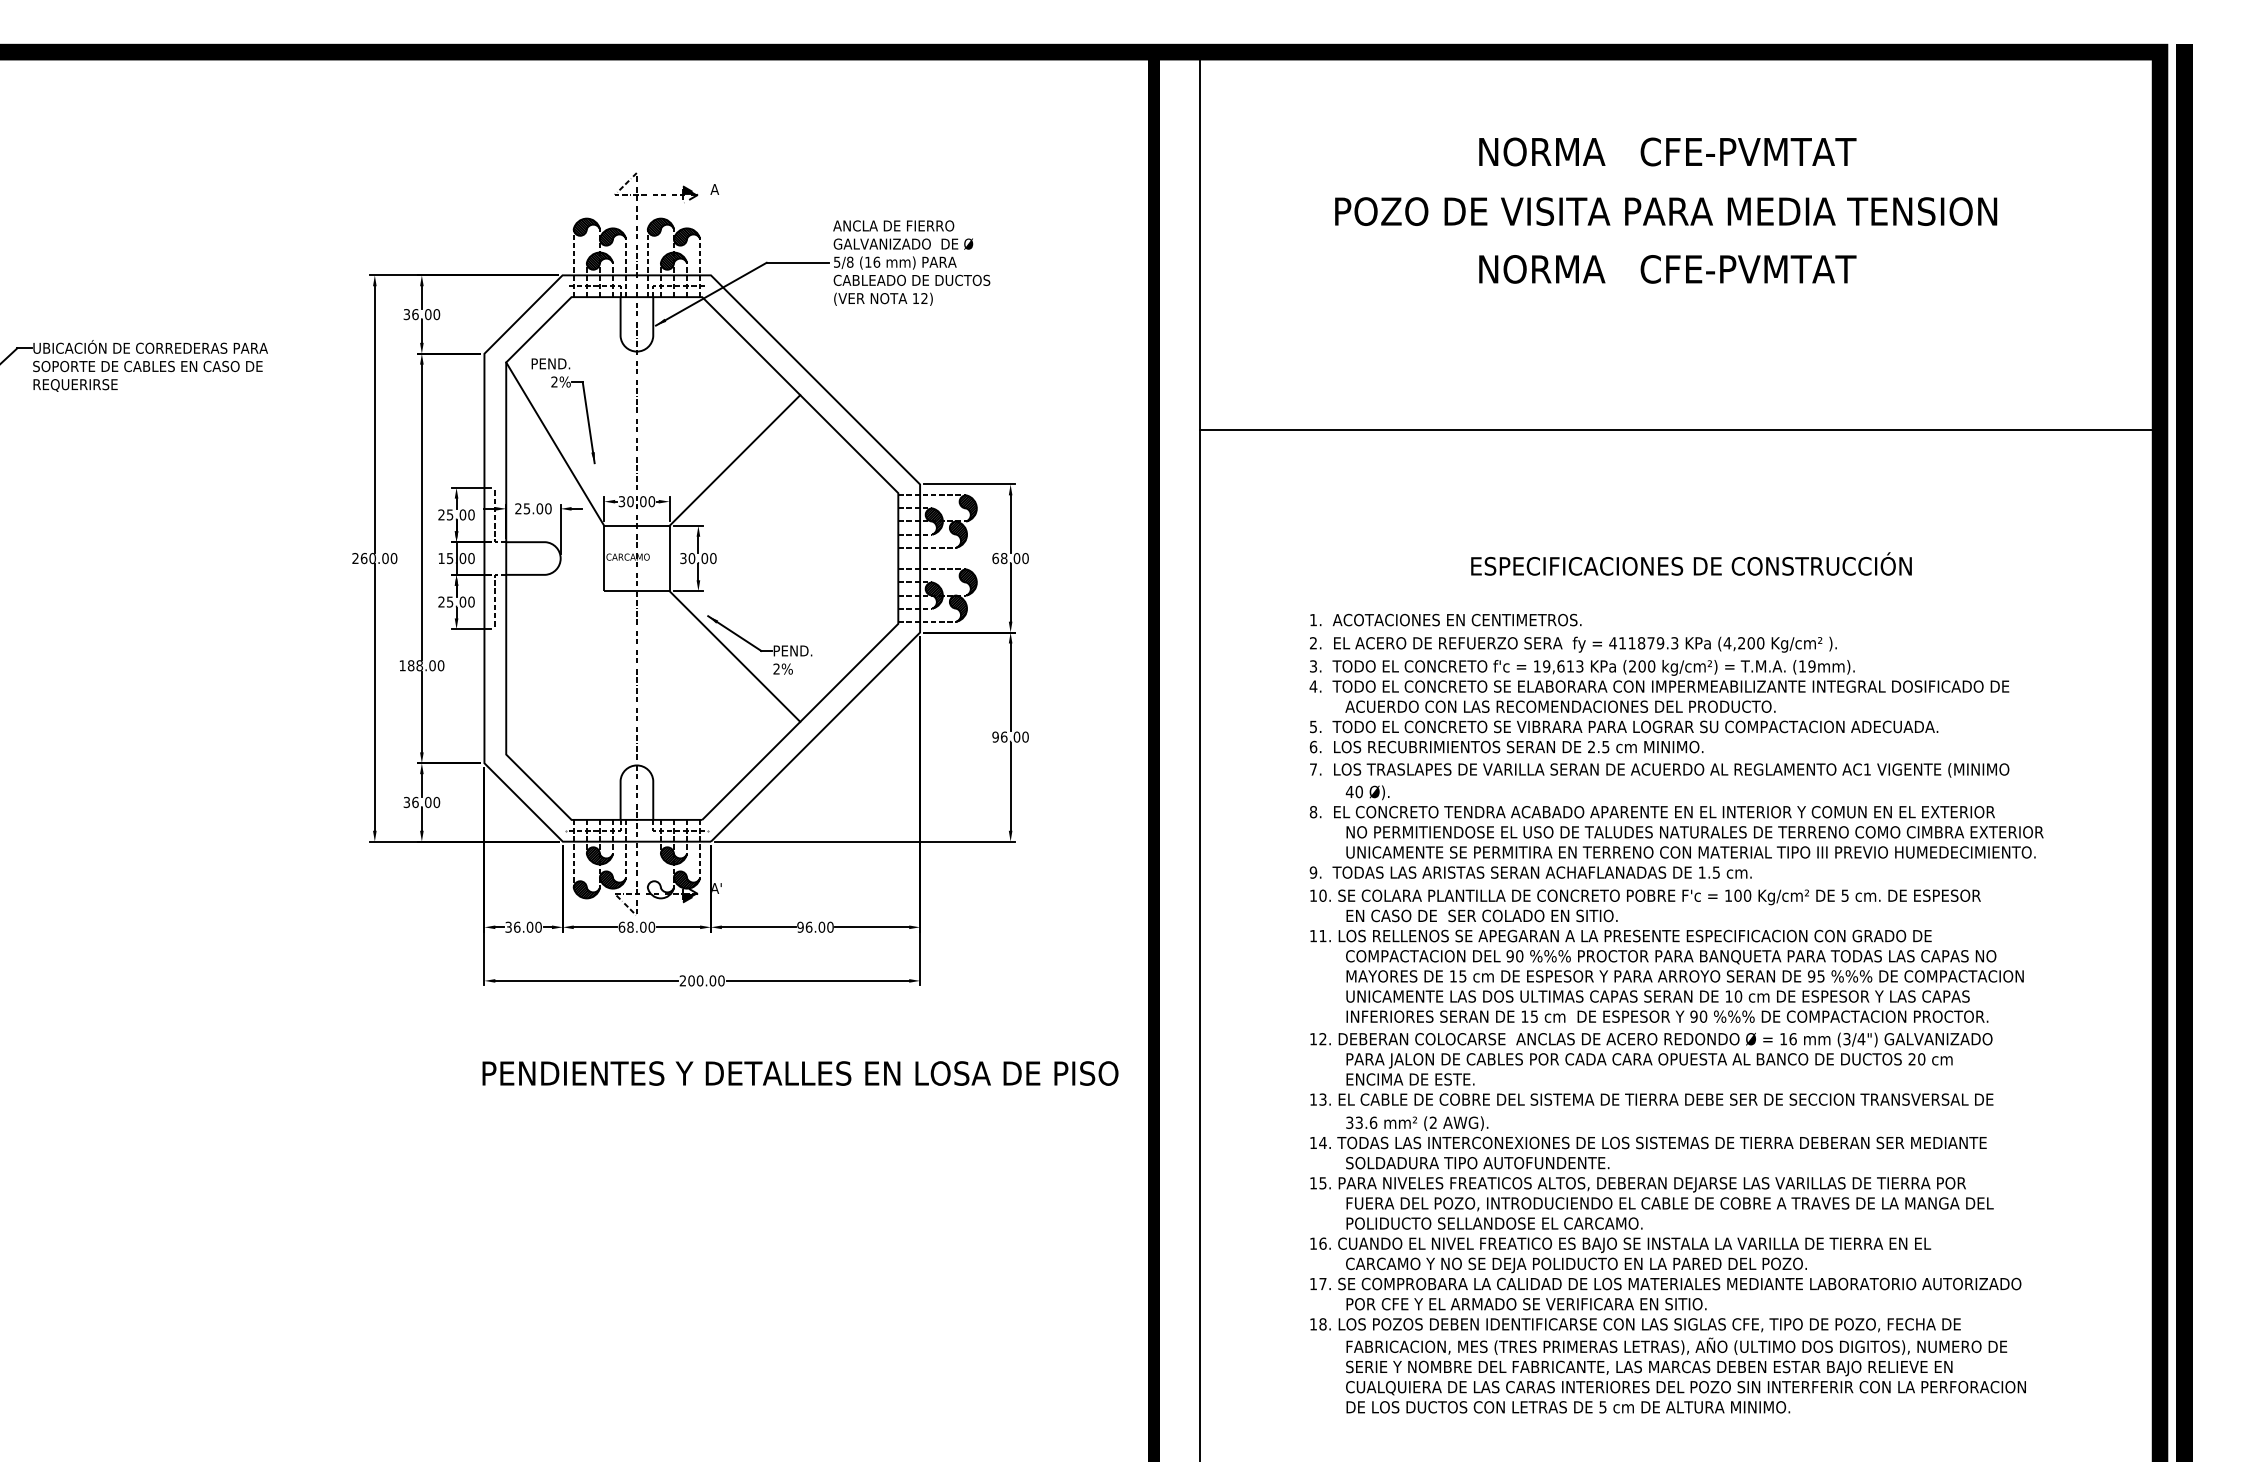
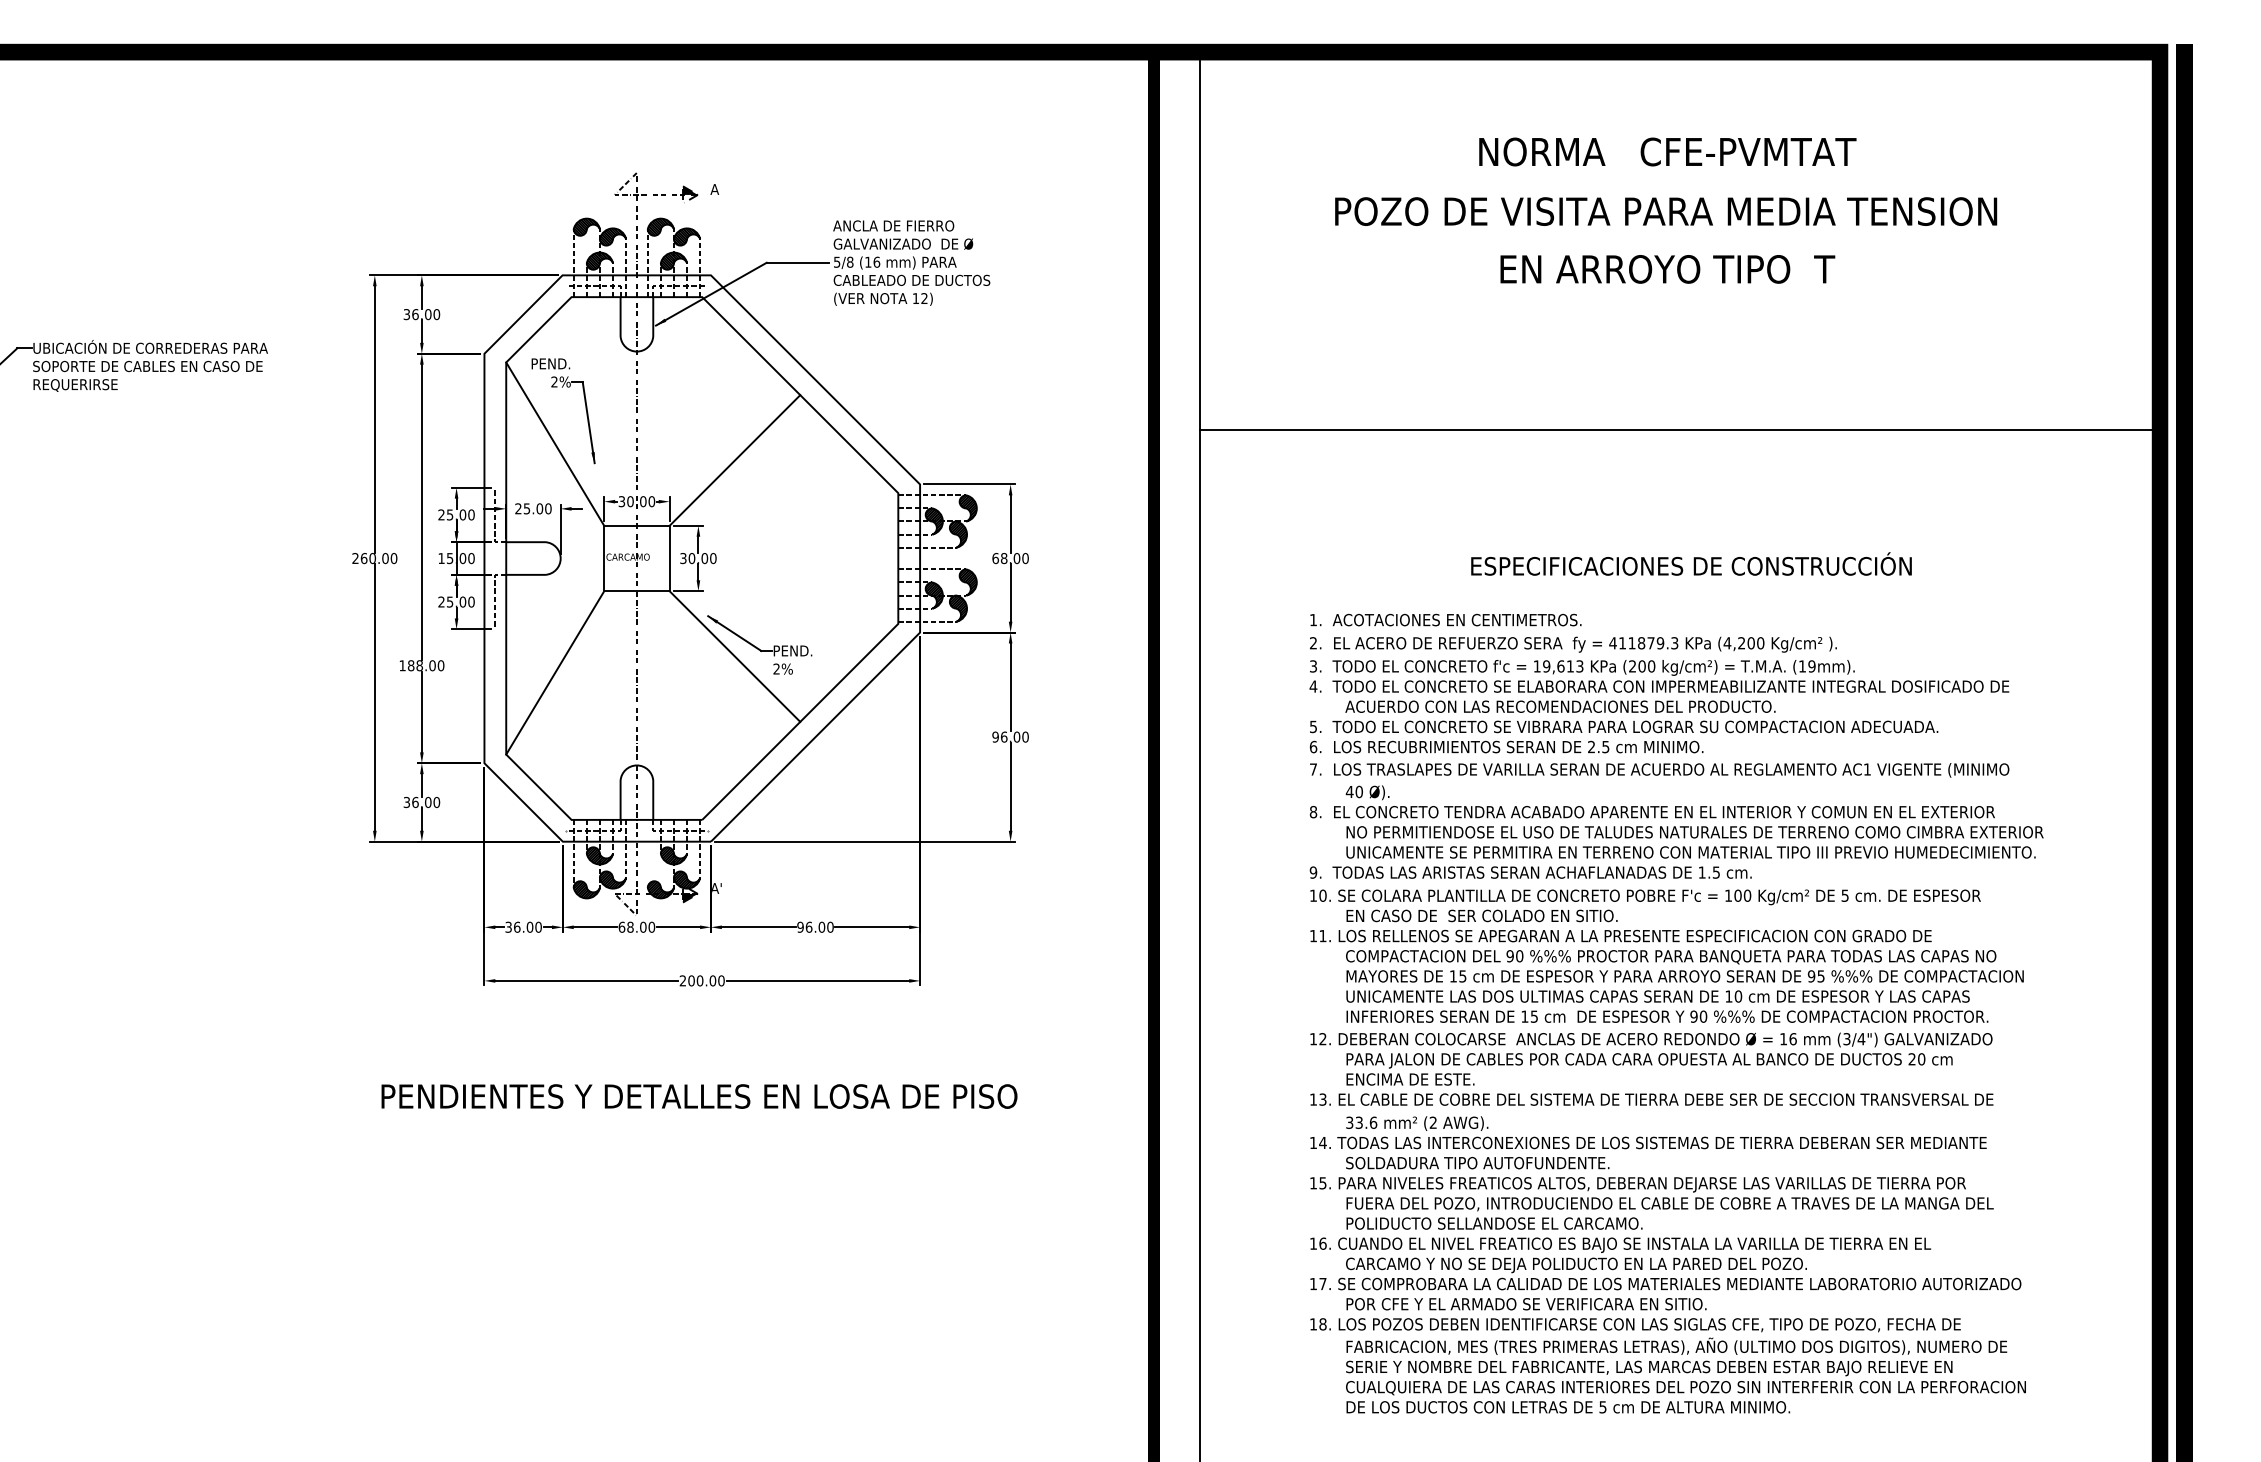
text at (1667, 269): NORMA   CFE-PVMTAT -> EN ARROYO TIPO  T
line at (555, 672): none -> present
hatch at (660, 889): none -> present
text at (800, 1073) position: (800, 1073) -> (699, 1096)
